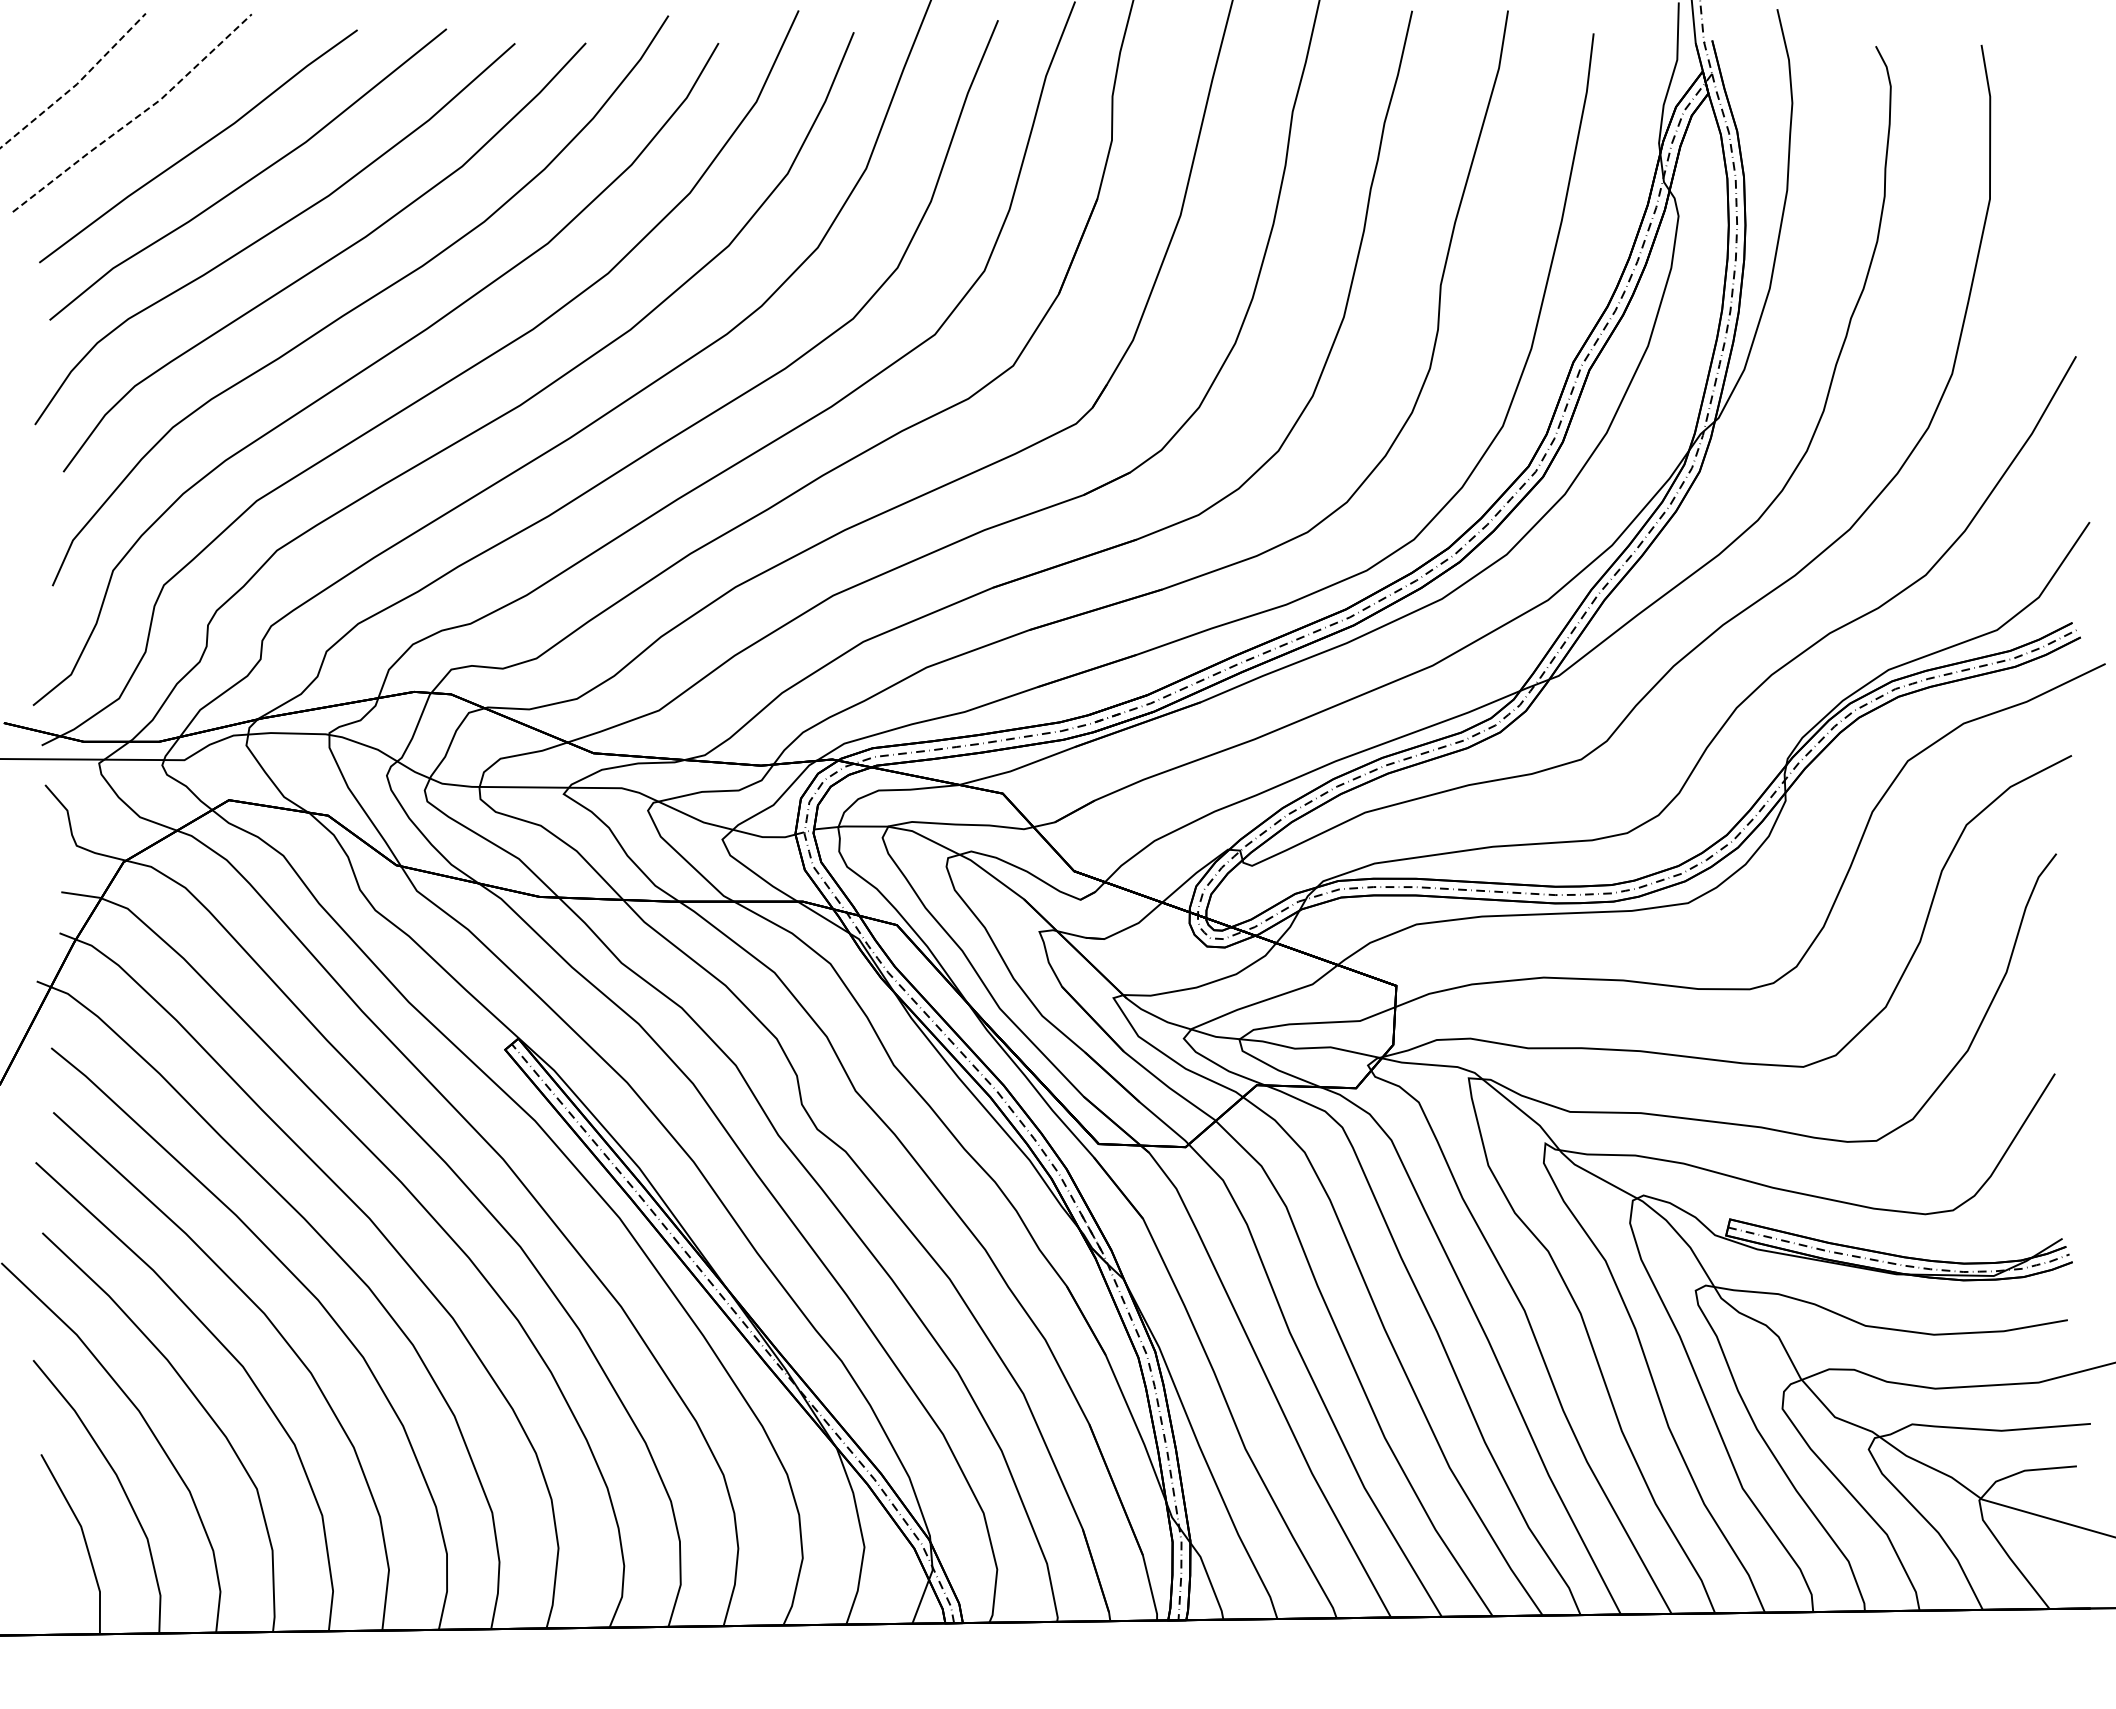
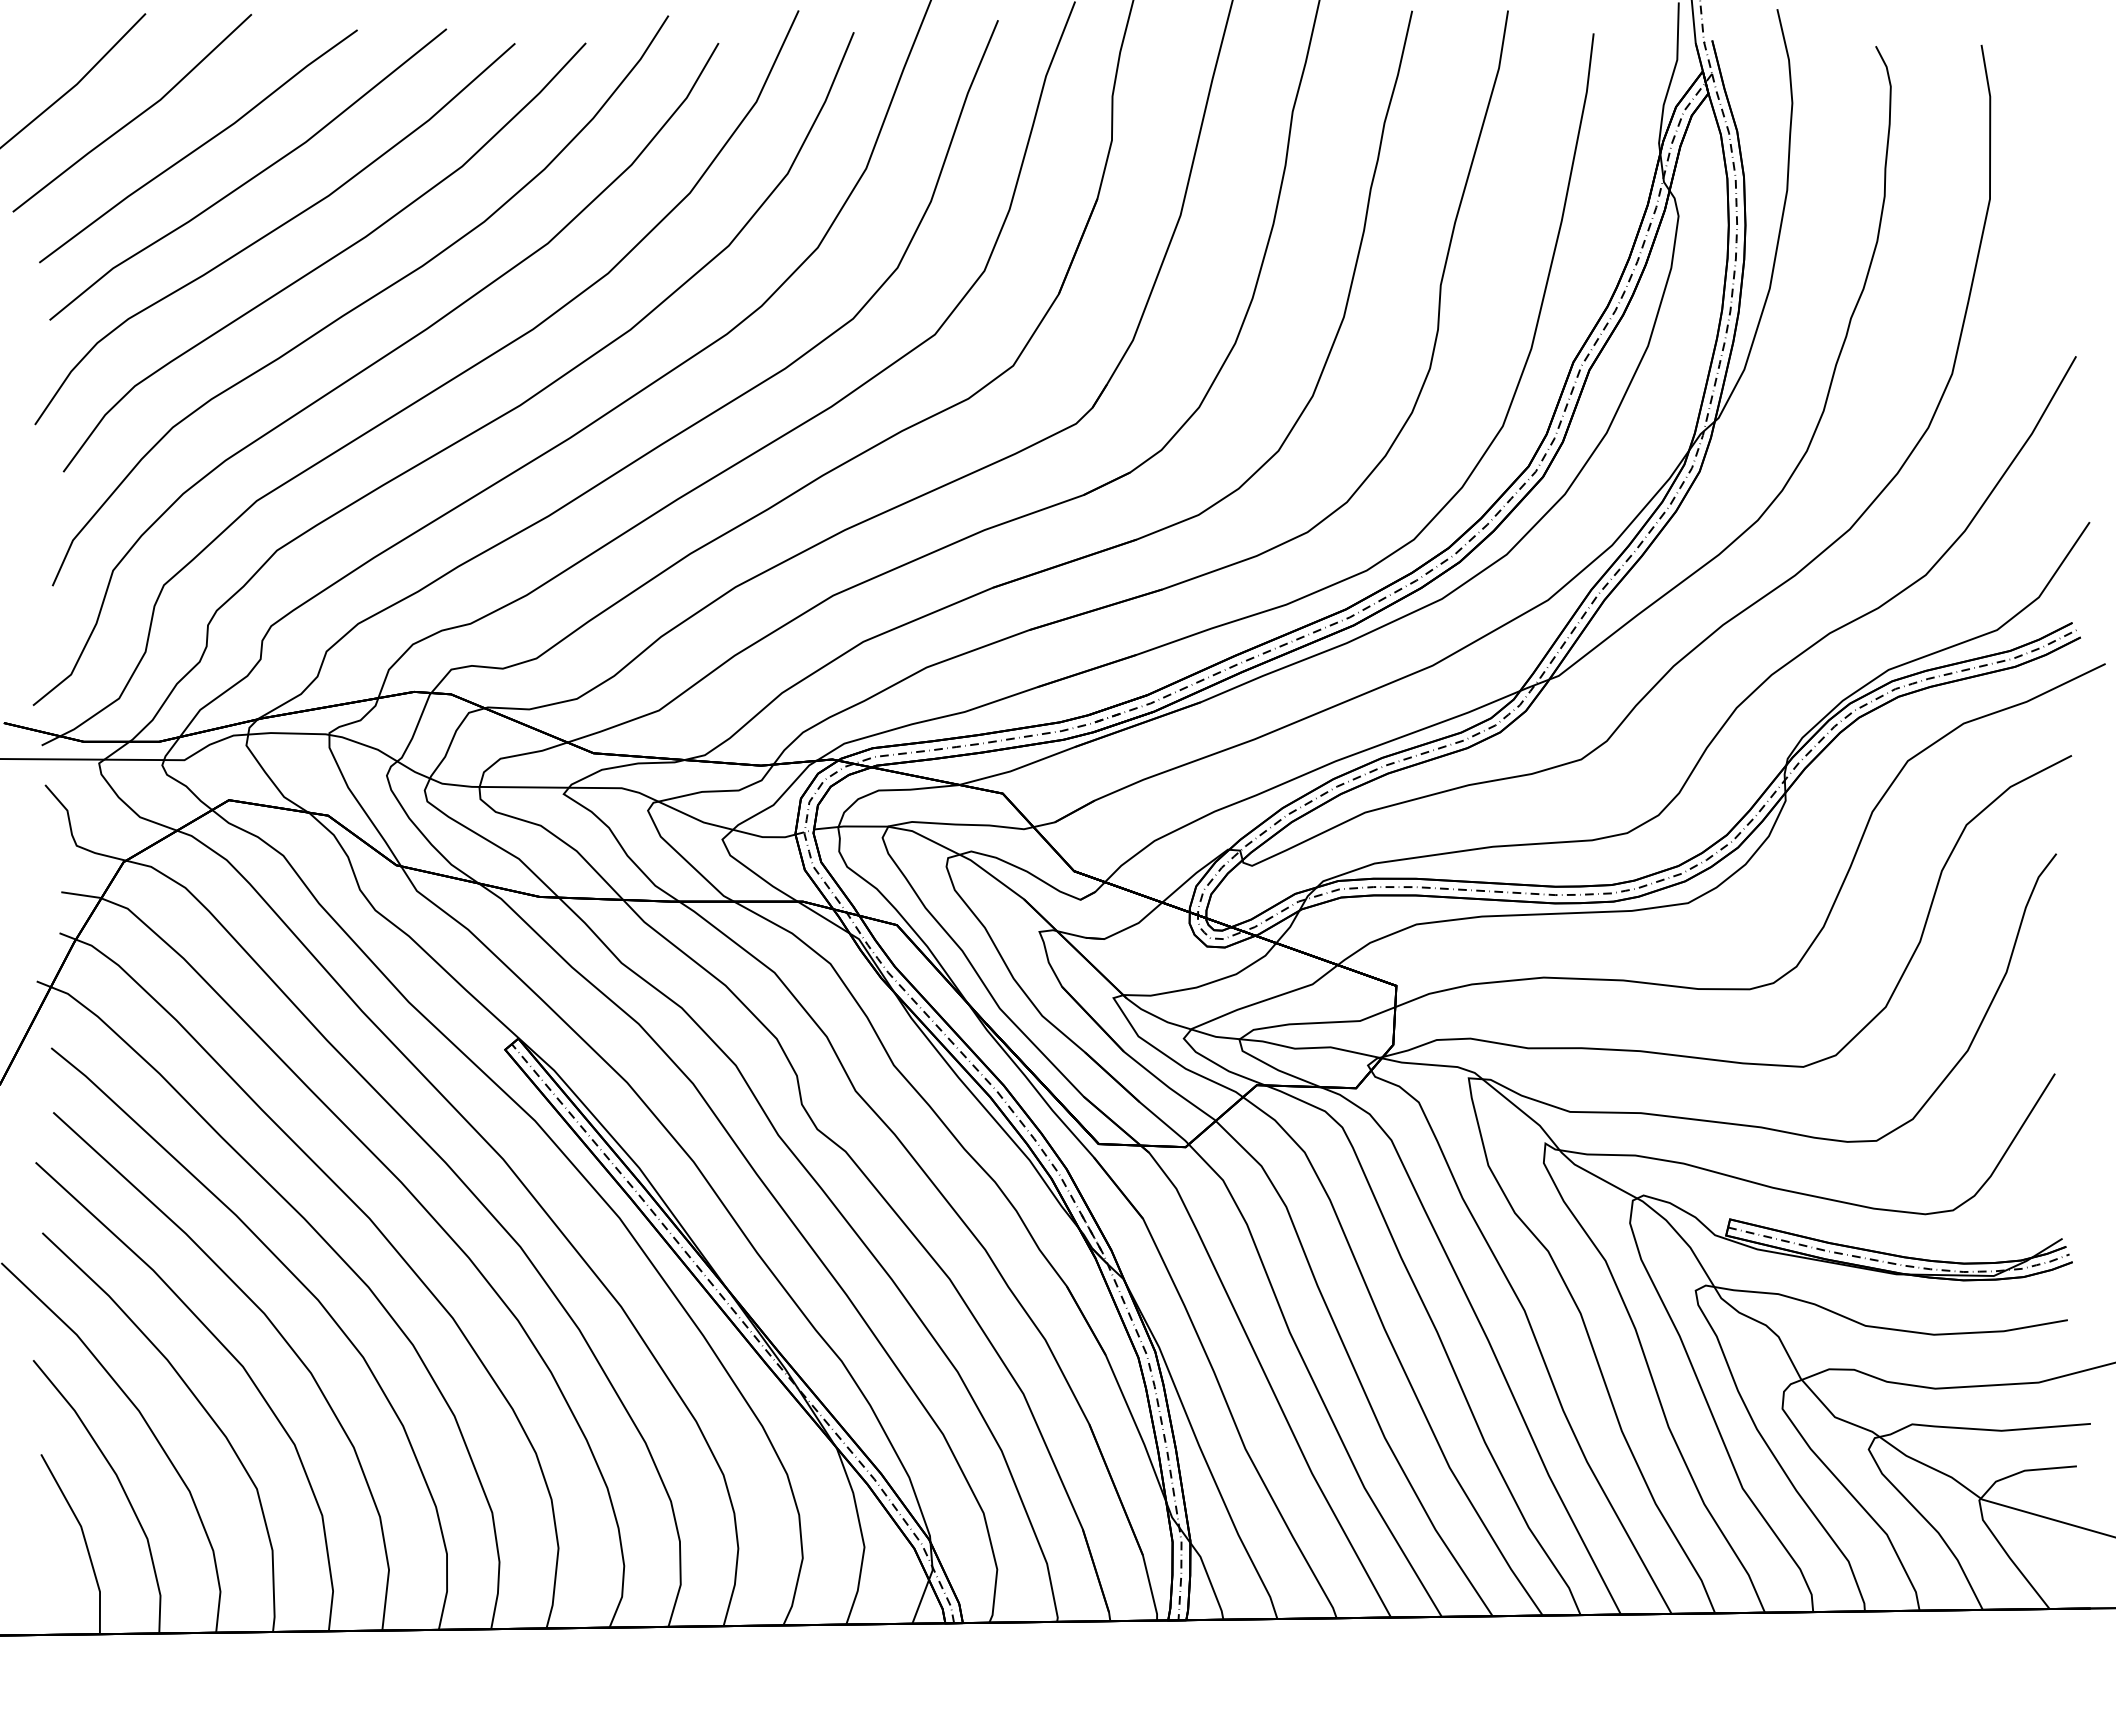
line at (76, 84): dashed -> solid
line at (136, 117): dashed -> solid
